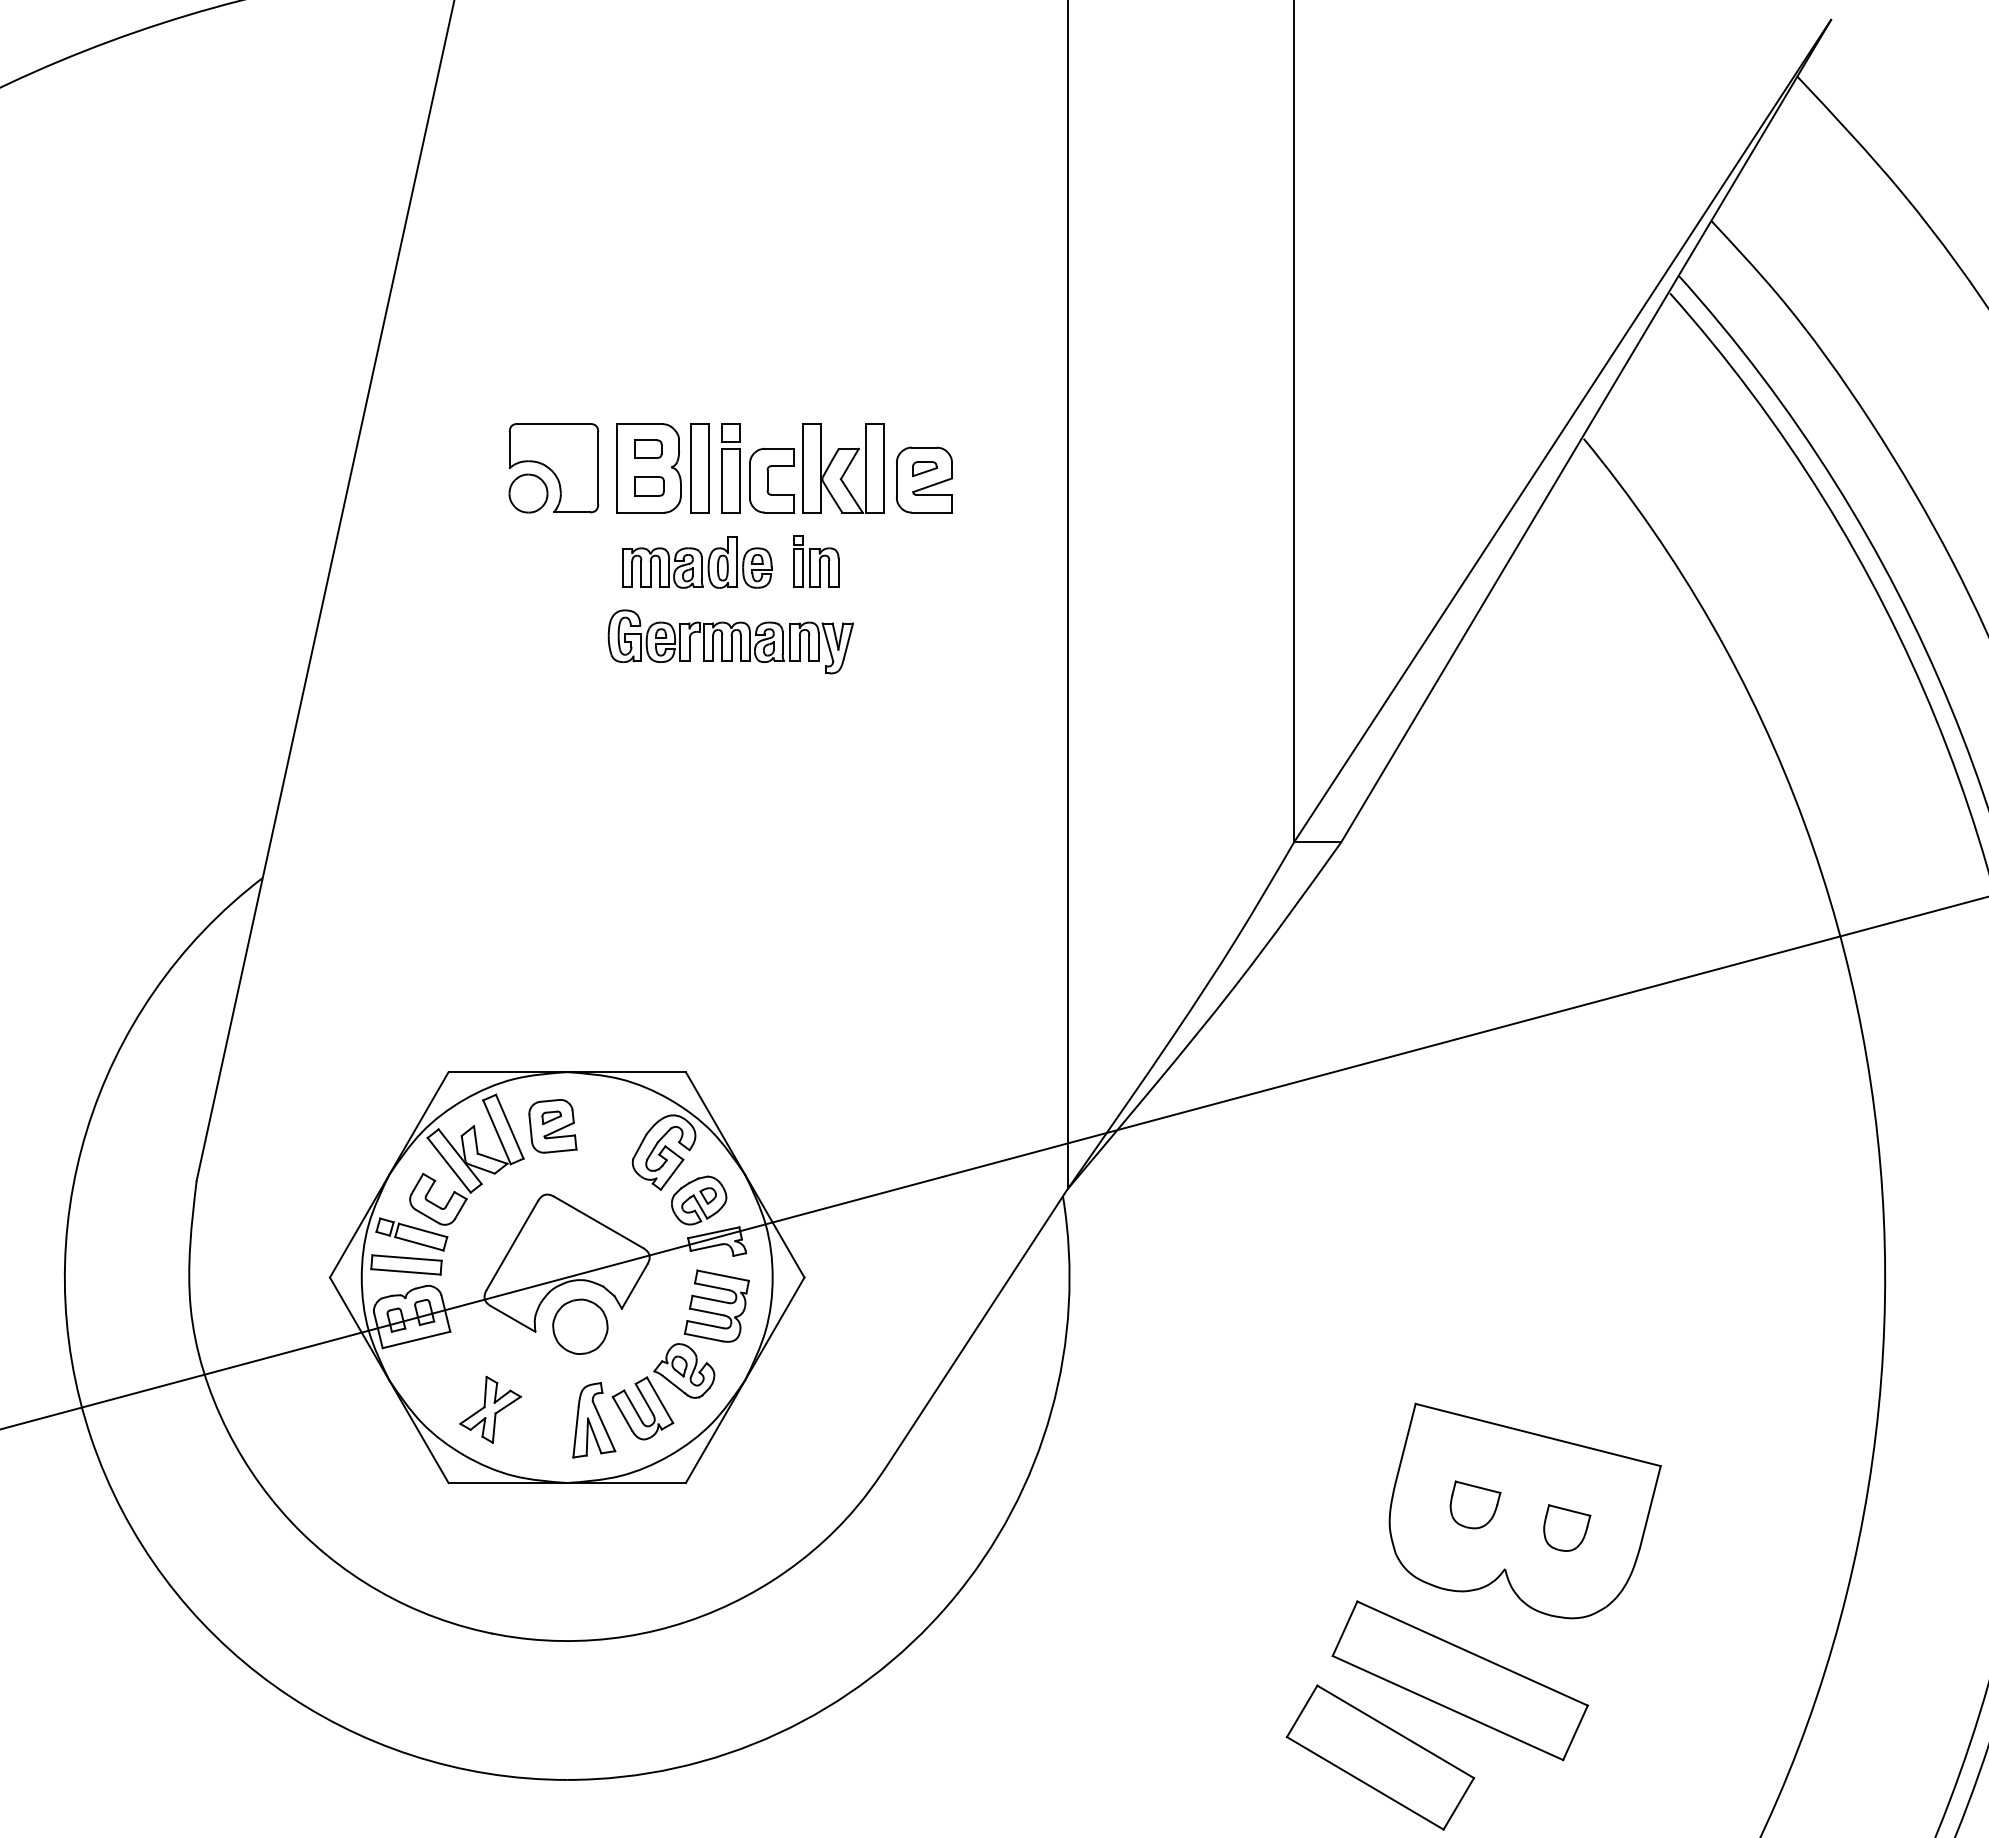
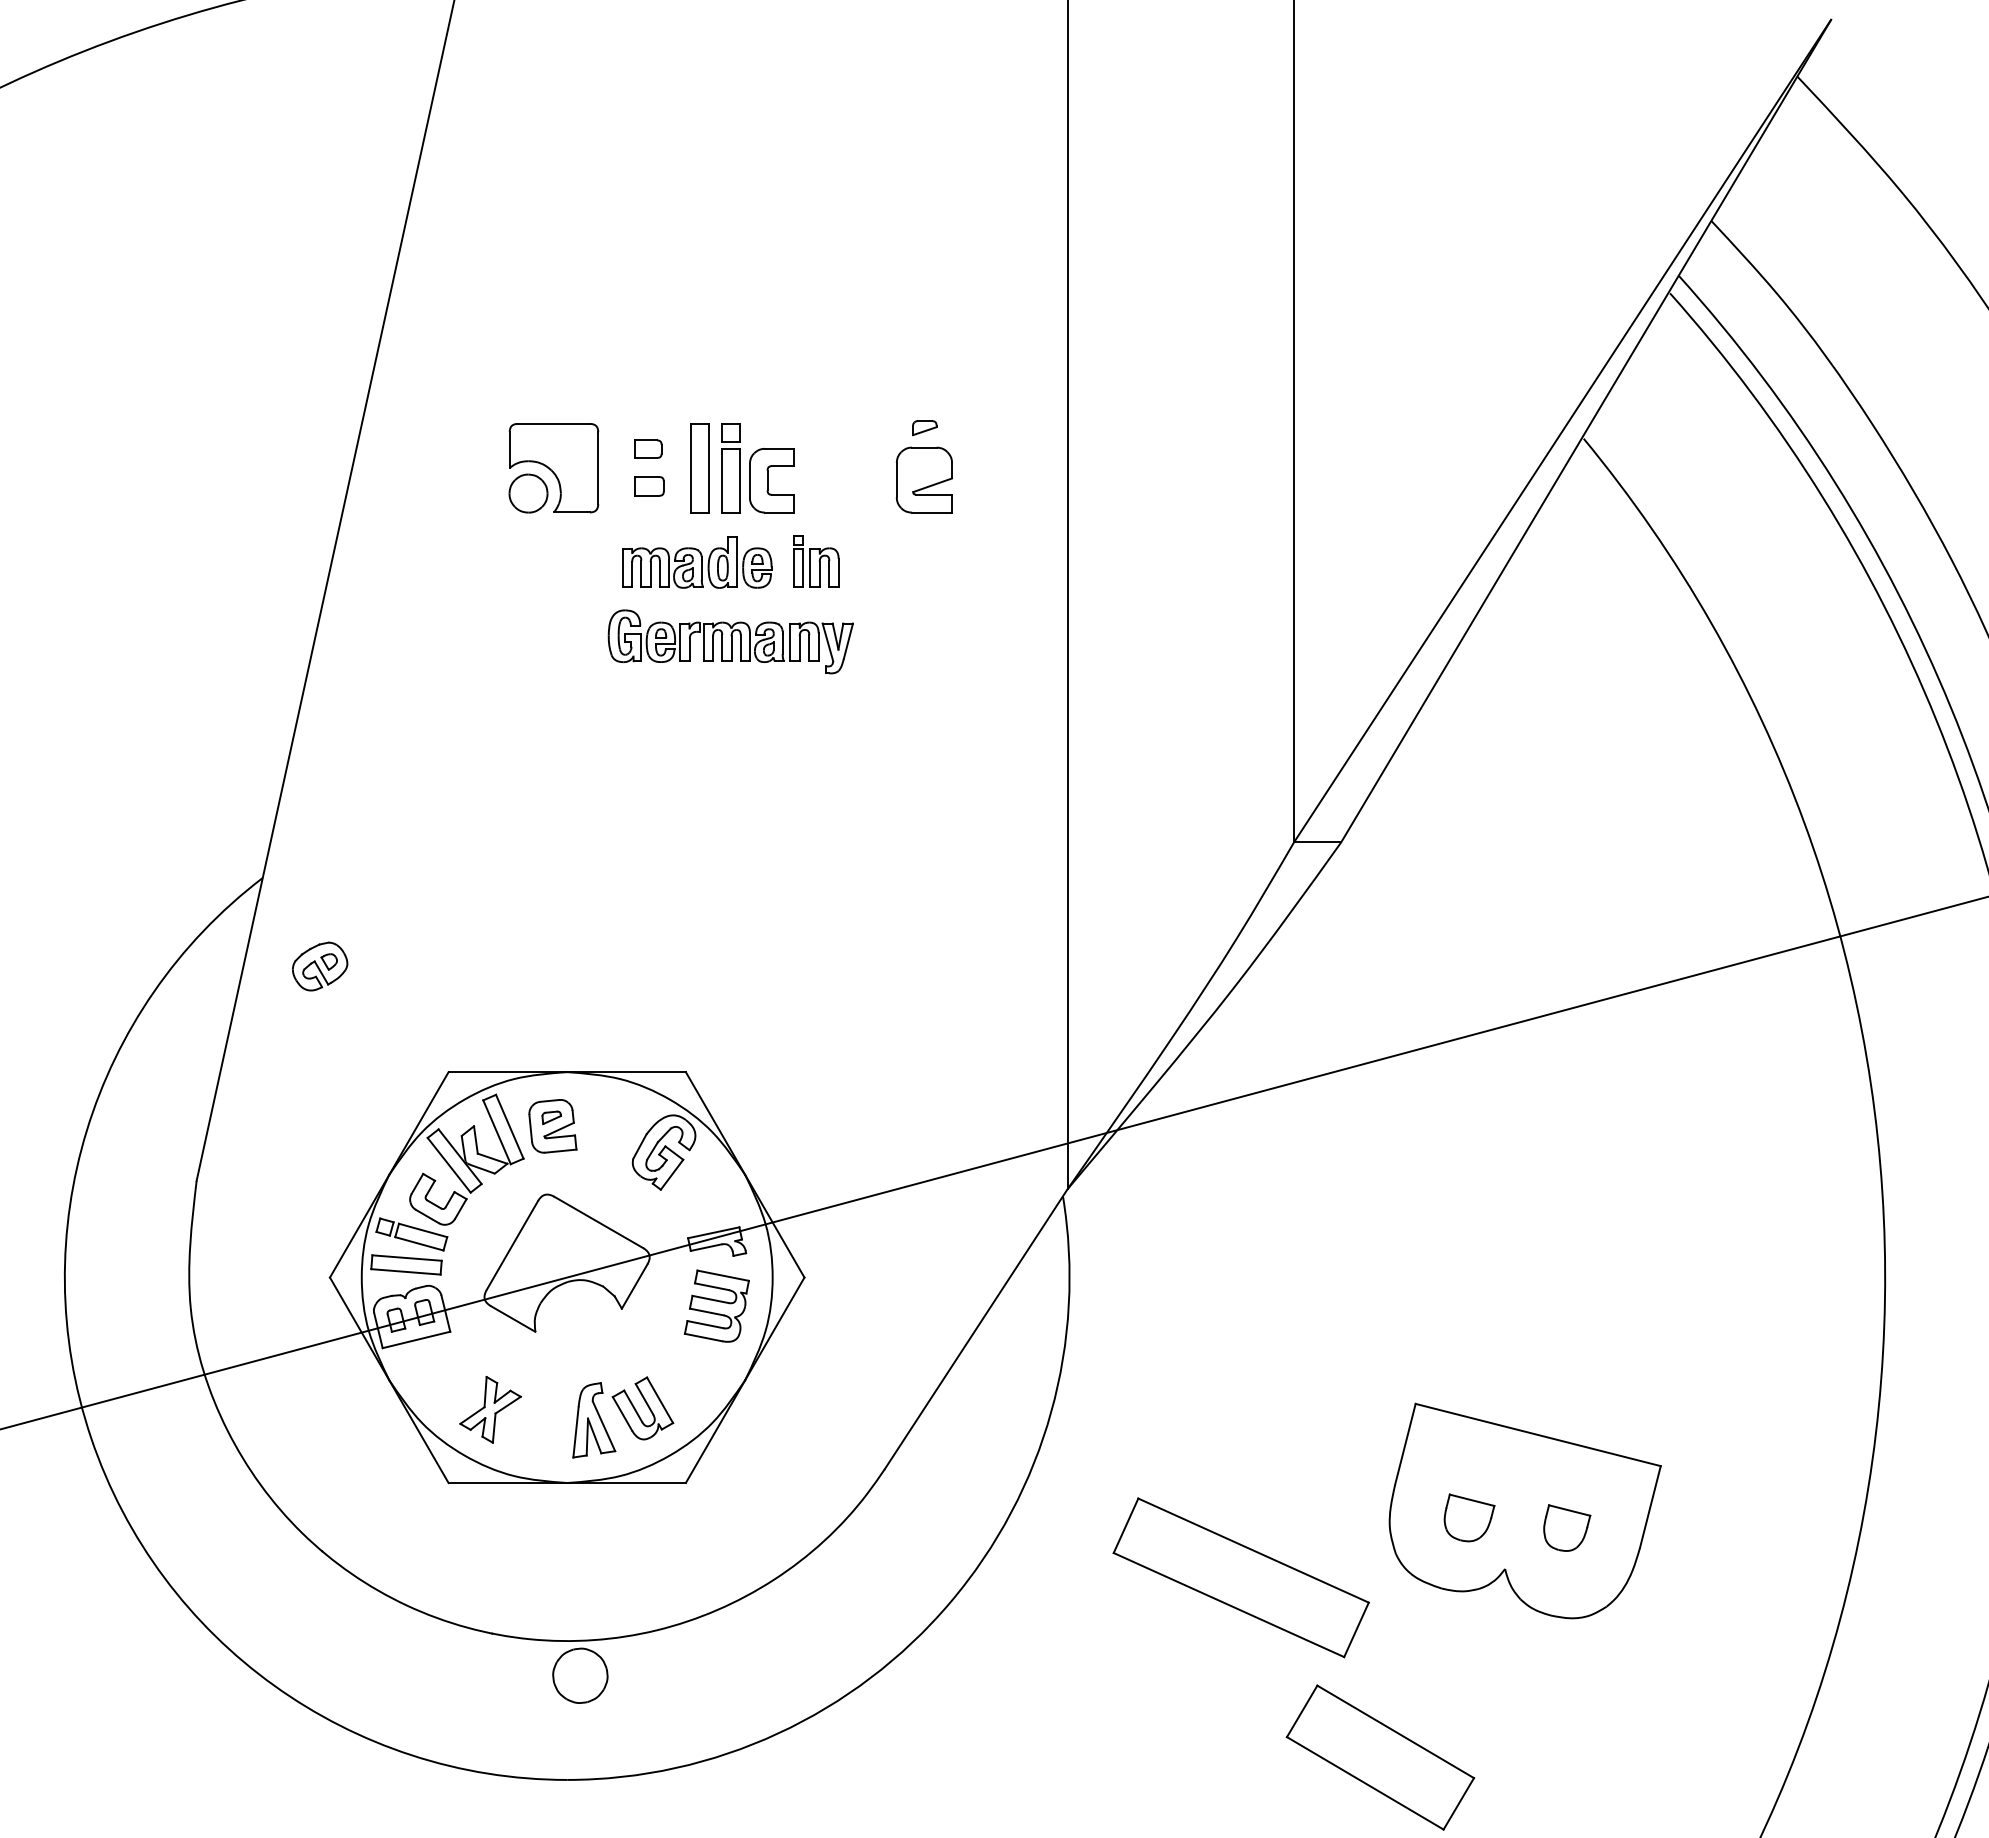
part at (648, 468): present -> none
part at (843, 468): present -> none
part at (924, 469) position: (924, 469) -> (924, 428)
part at (699, 1200) position: (699, 1200) -> (320, 966)
part at (580, 1326) position: (580, 1326) -> (580, 1675)
part at (684, 1370): present -> none
part at (1475, 1504) position: (1475, 1504) -> (1469, 1517)
part at (1459, 1680) position: (1459, 1680) -> (1240, 1577)
